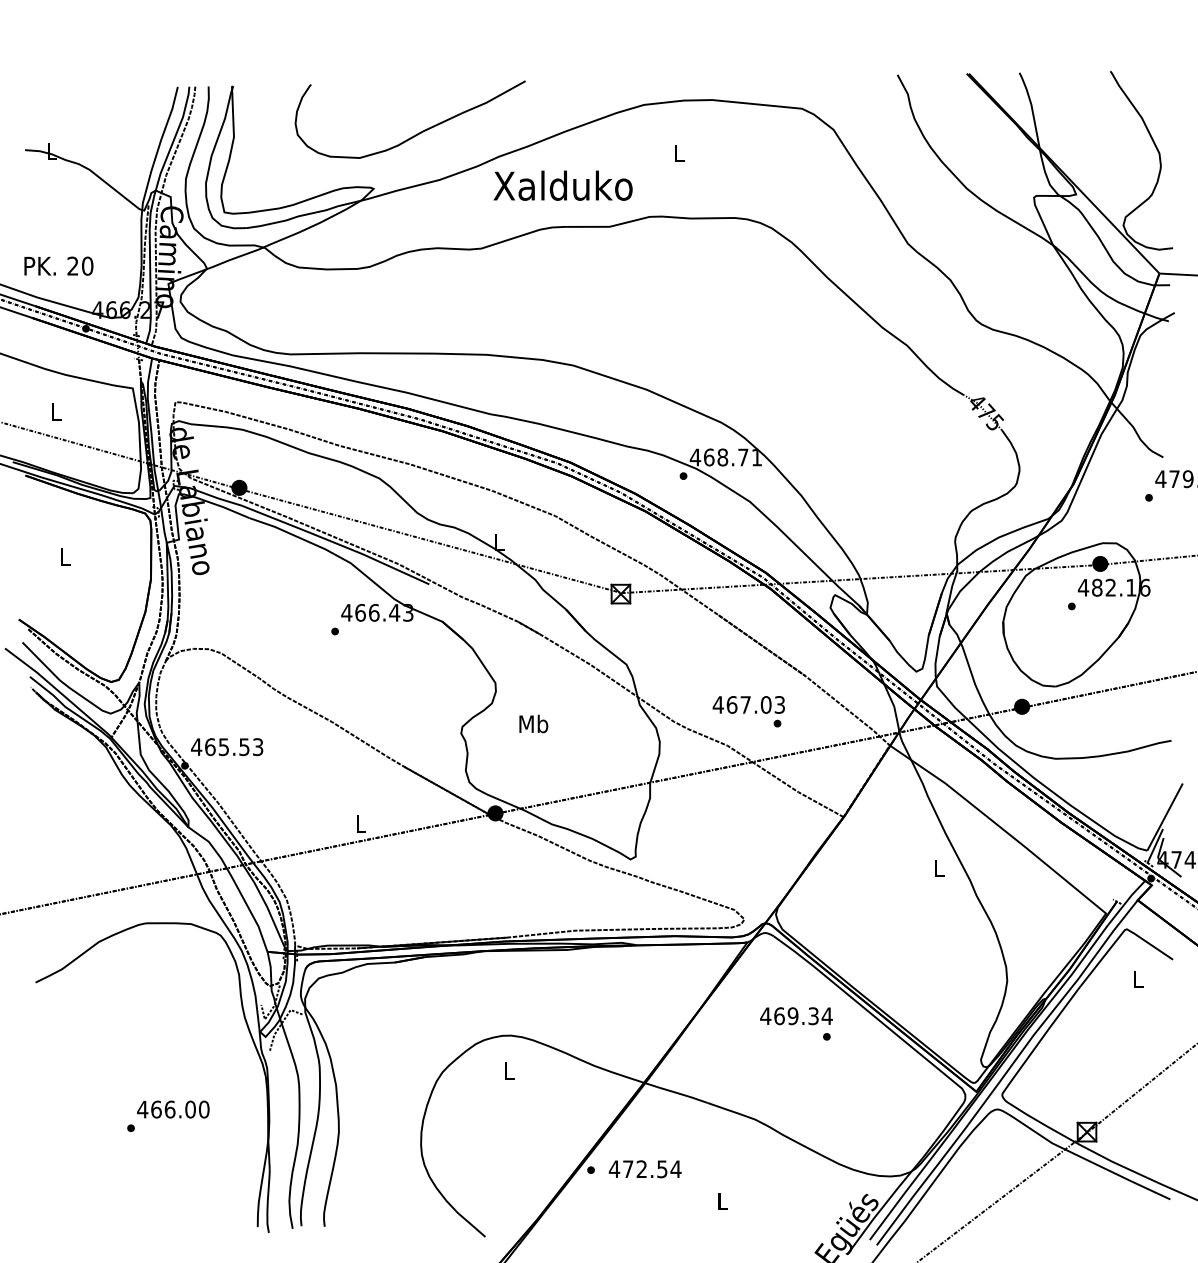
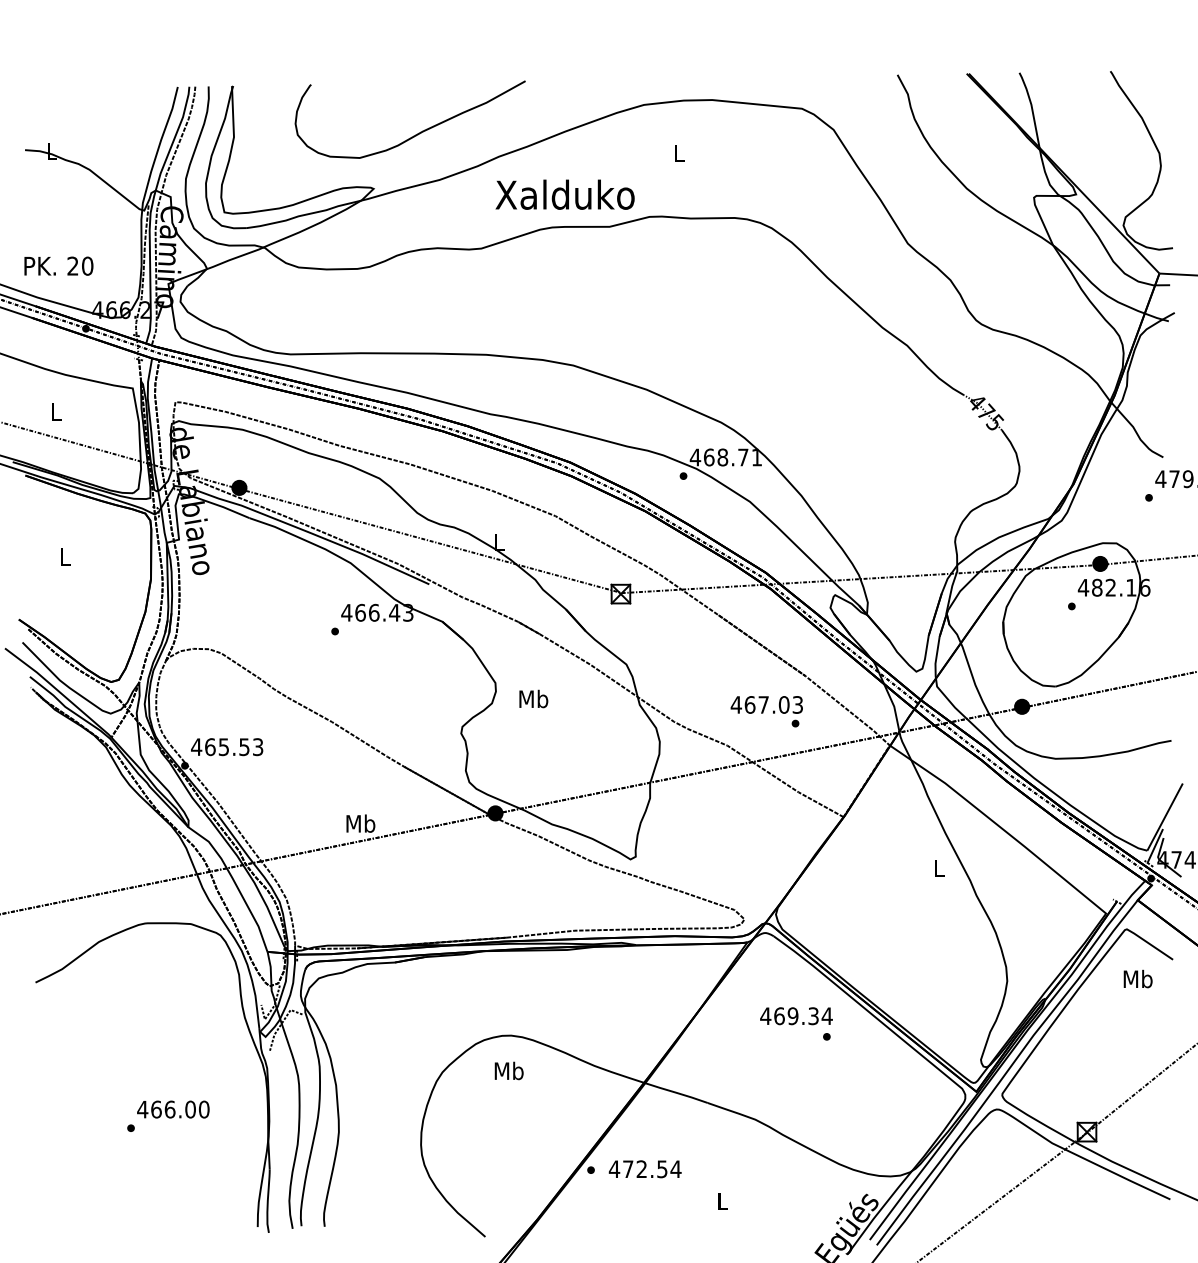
text at (562, 185) position: (562, 185) -> (564, 194)
text at (748, 711) position: (748, 711) -> (766, 711)
text at (533, 723) position: (533, 723) -> (533, 698)
text at (360, 823): L -> Mb
text at (1137, 978): L -> Mb
text at (508, 1070): L -> Mb
